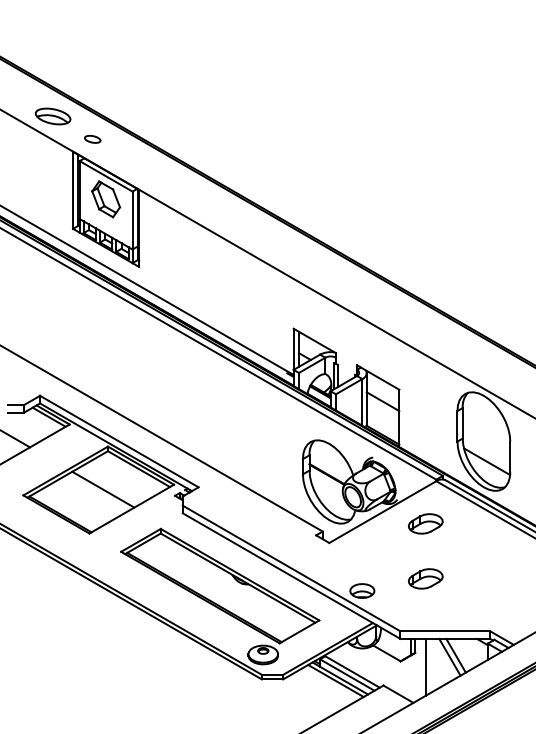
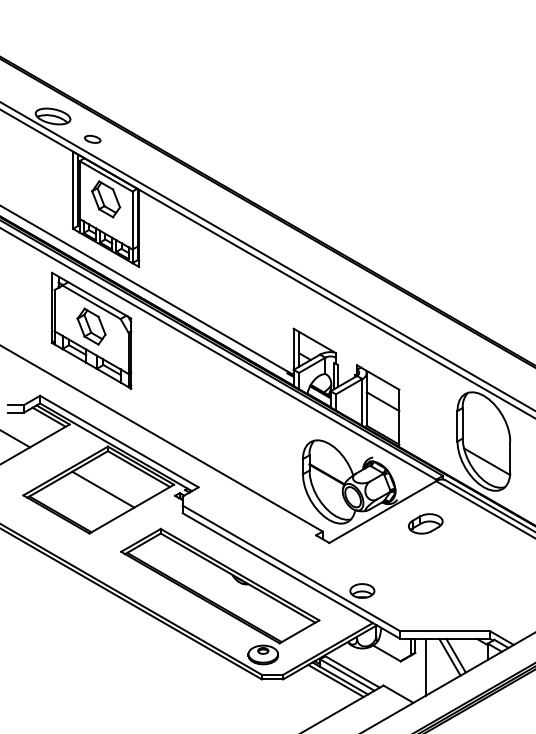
line at (267, 256): none -> present
part at (91, 330): none -> present
part at (425, 578): present -> none
